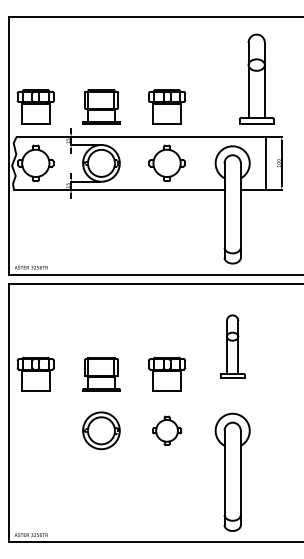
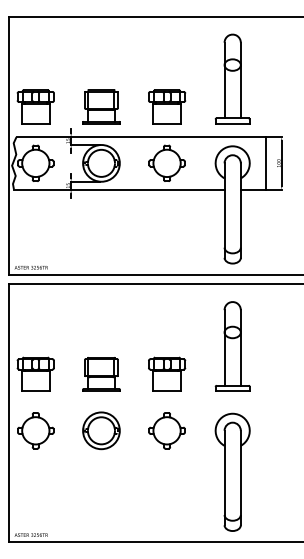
part at (256, 78) position: (256, 78) -> (232, 78)
part at (232, 346) size: 27x65 px -> 37x91 px
part at (35, 430): none -> present
part at (167, 430) size: 31x31 px -> 38x38 px
